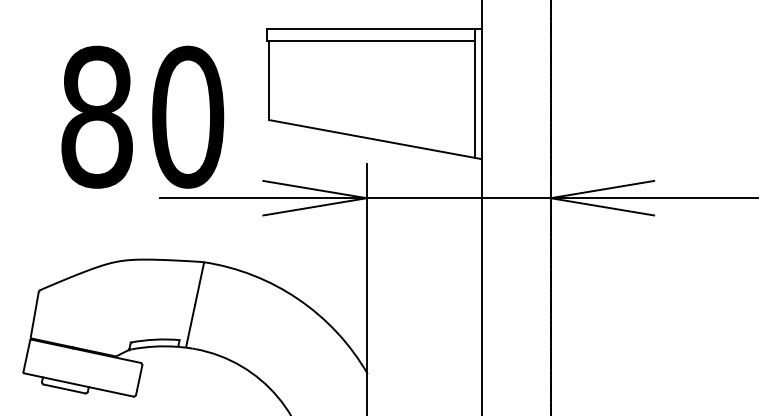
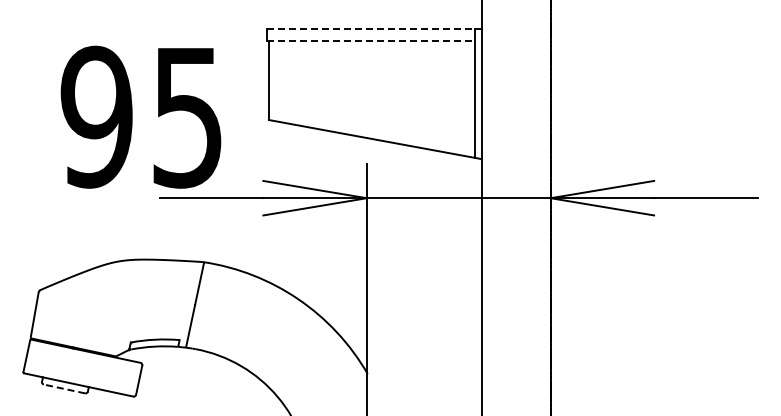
line at (374, 29): solid -> dashed
line at (371, 40): solid -> dashed
text at (142, 116): 80 -> 95
line at (64, 388): solid -> dashed
